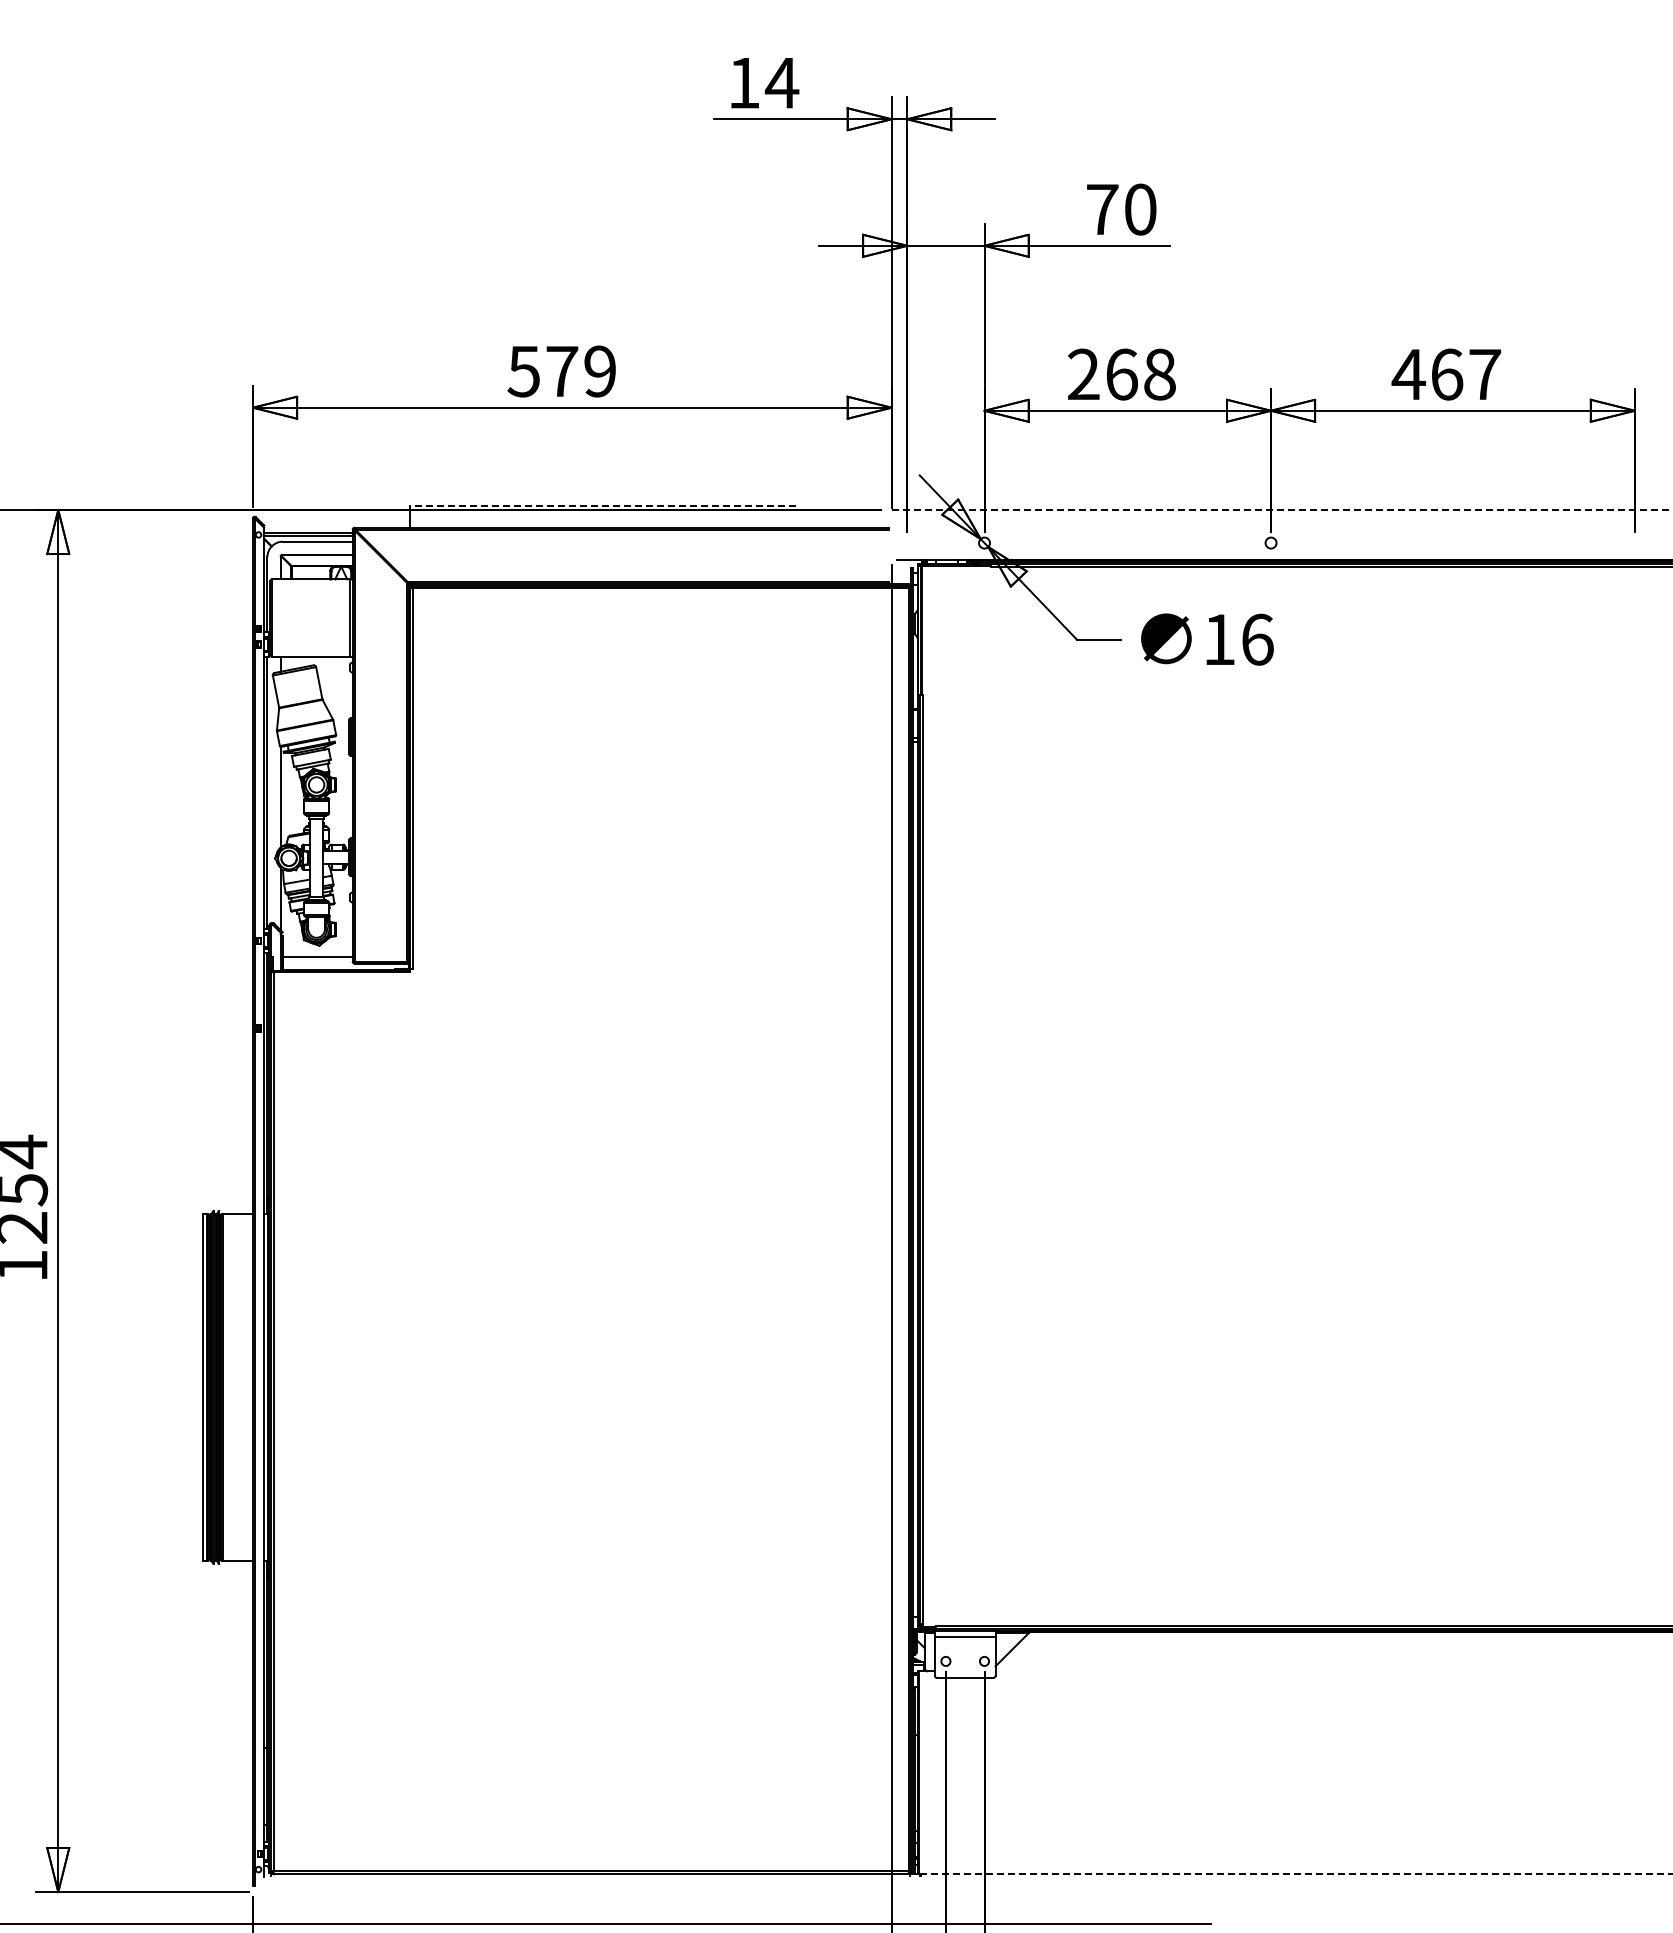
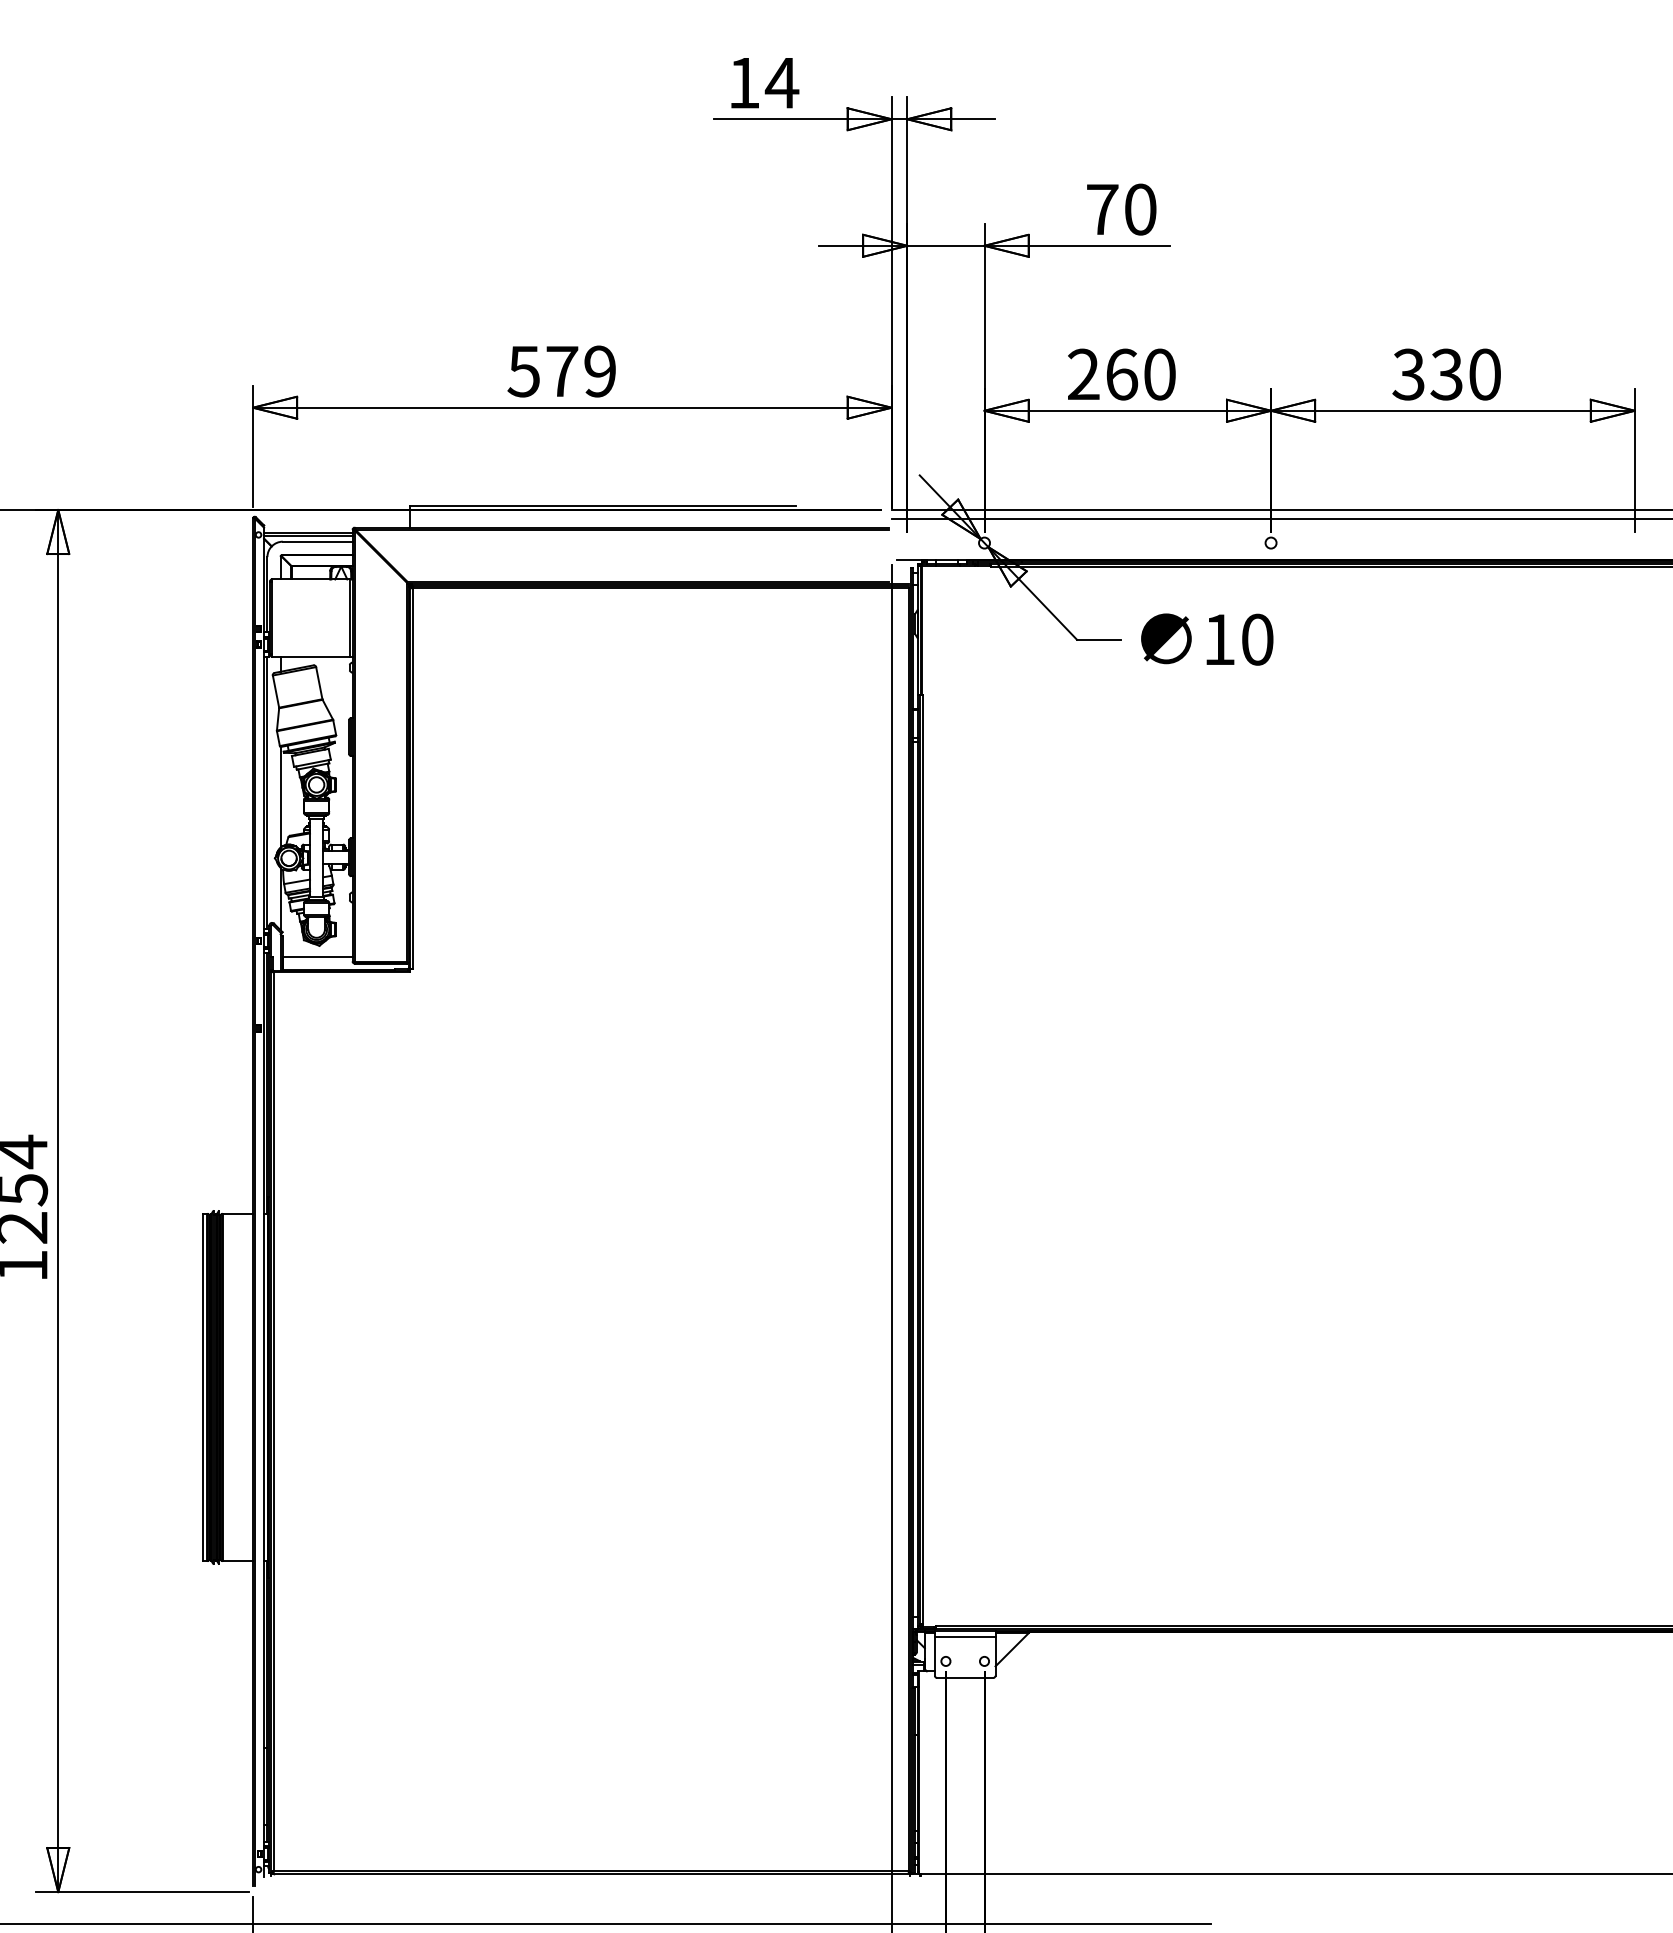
text at (1159, 374): 268 -> 260
text at (1446, 374): 467 -> 330
line at (602, 505): dashed -> solid
line at (1282, 510): dashed -> solid
line at (1280, 518): none -> present
text at (1257, 639): 16 -> 10
line at (1295, 1874): dashed -> solid
